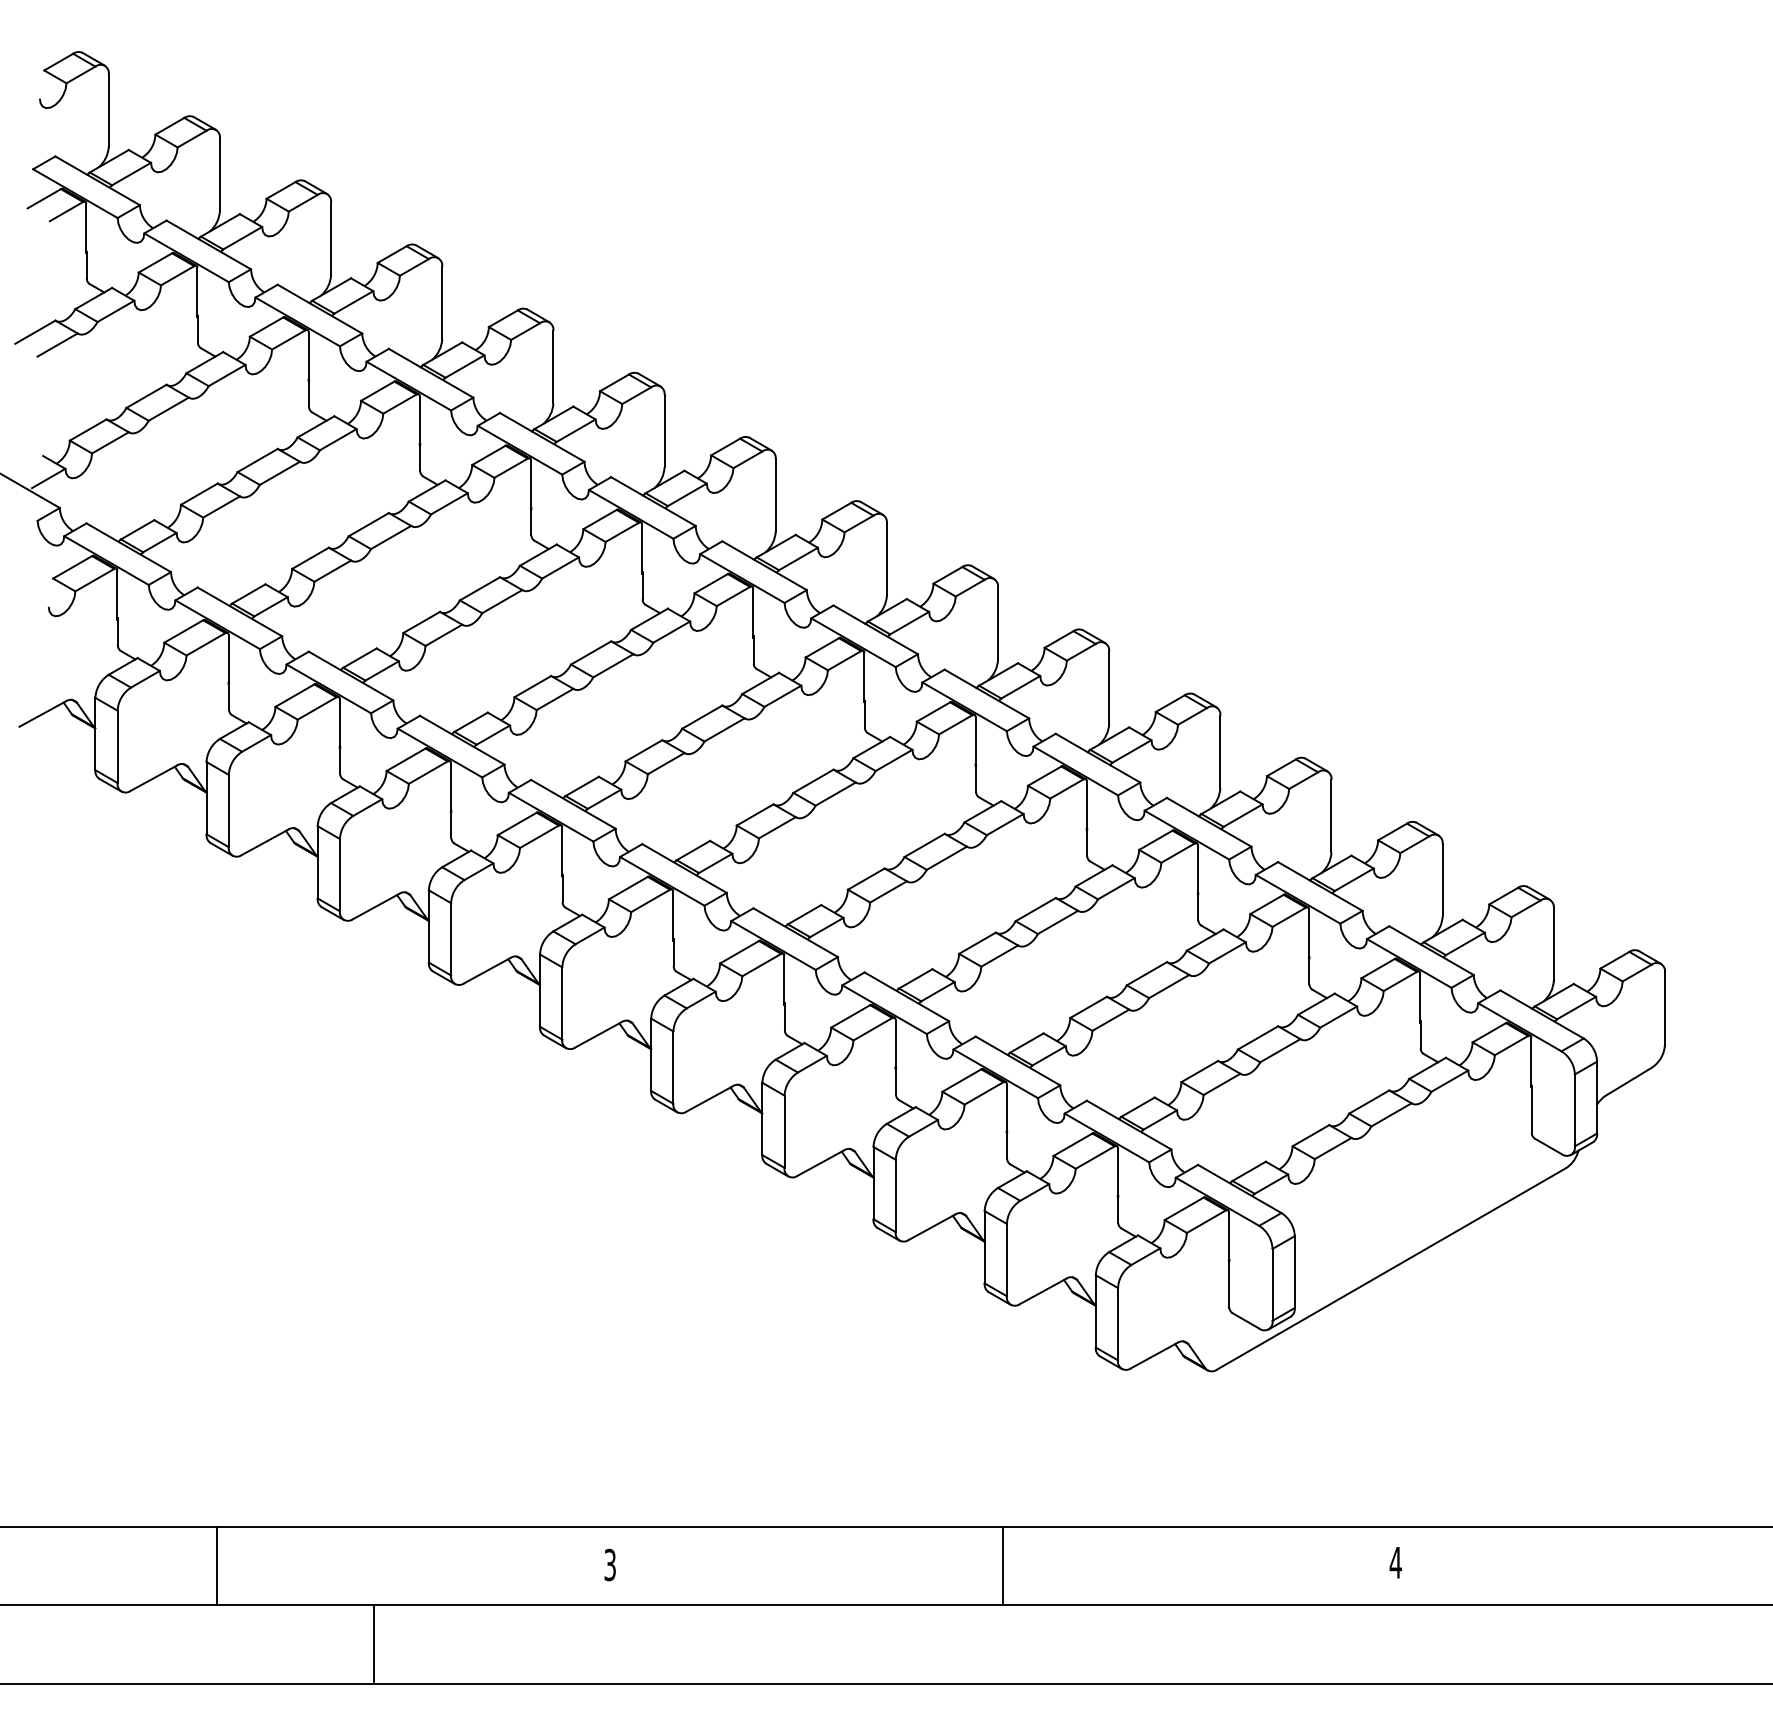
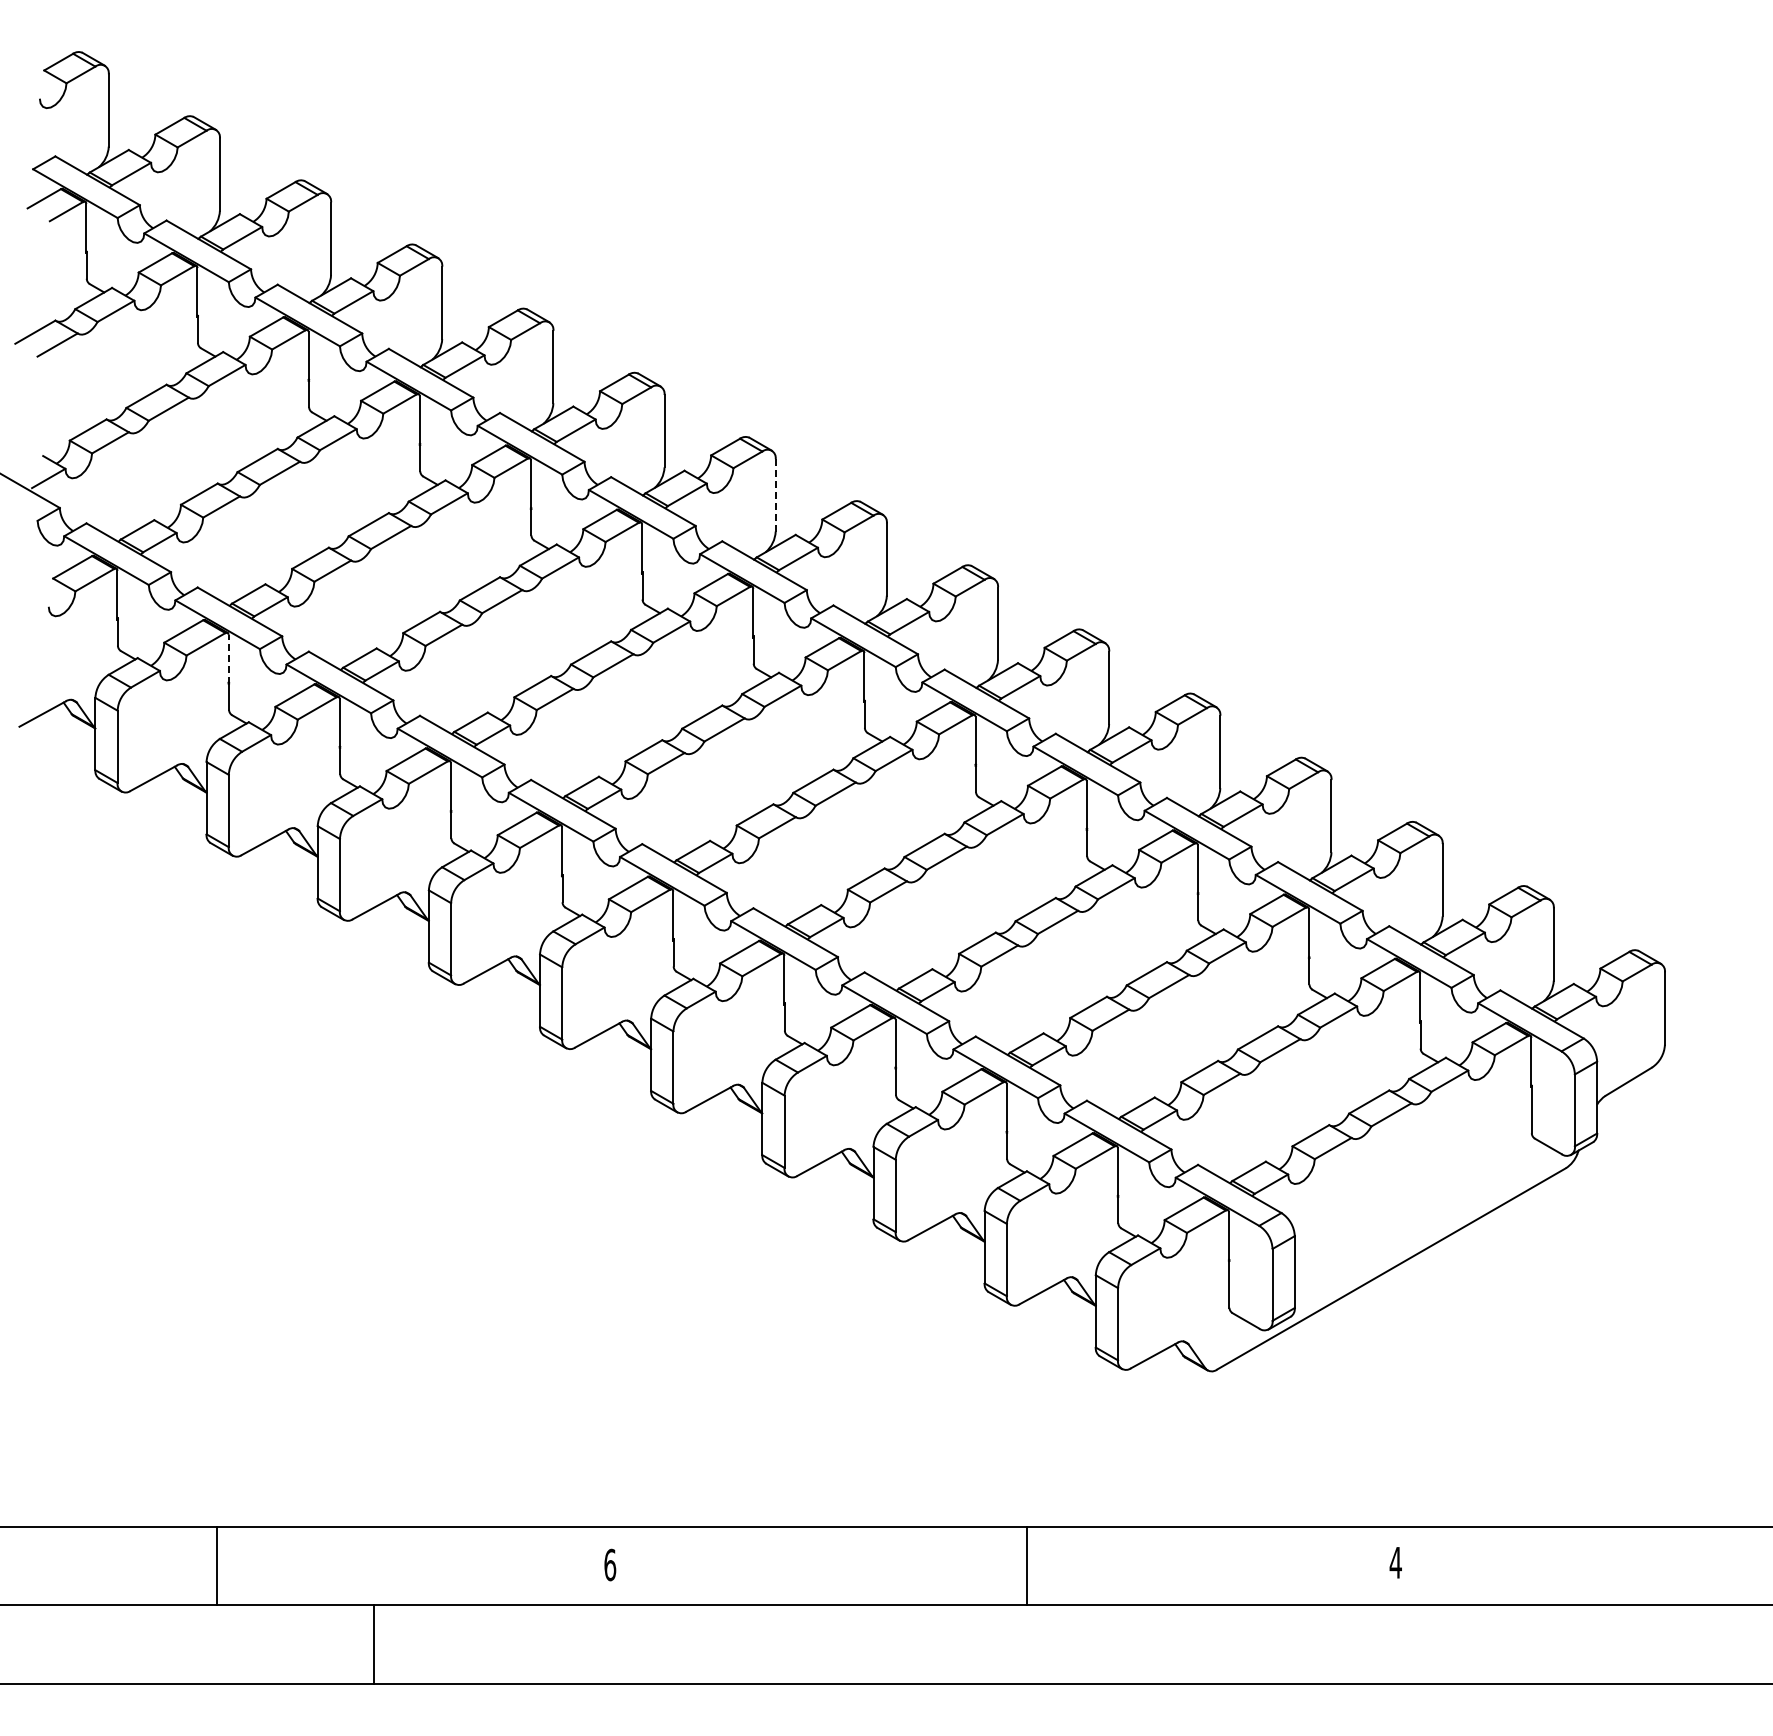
line at (775, 494): solid -> dashed
line at (228, 659): solid -> dashed
text at (610, 1564): 3 -> 6
line at (1002, 1565) position: (1002, 1565) -> (1026, 1565)
